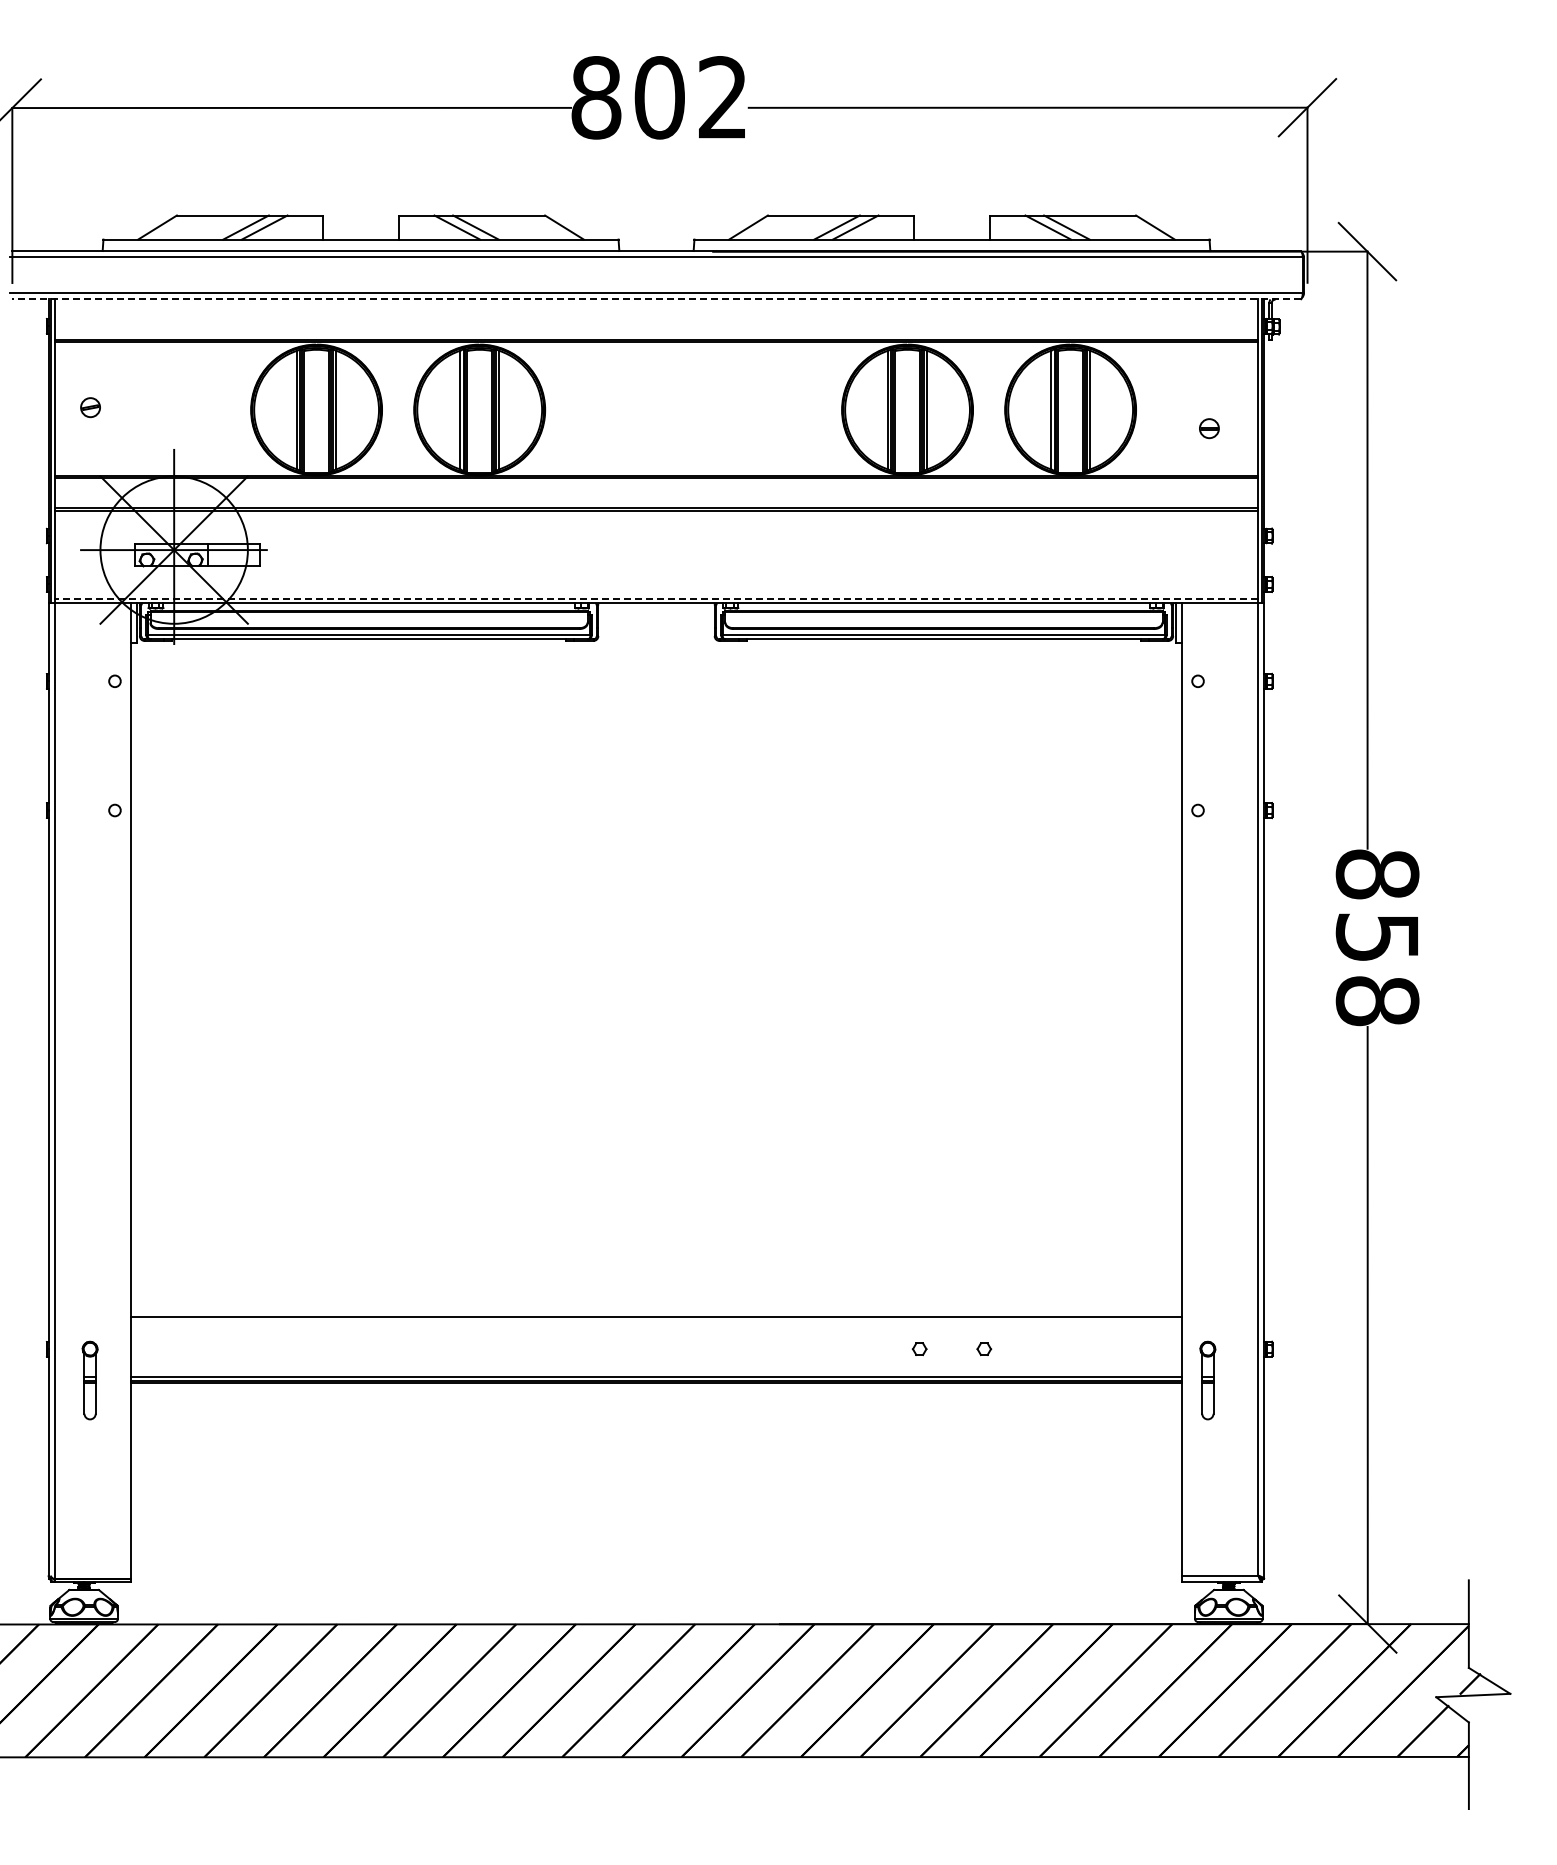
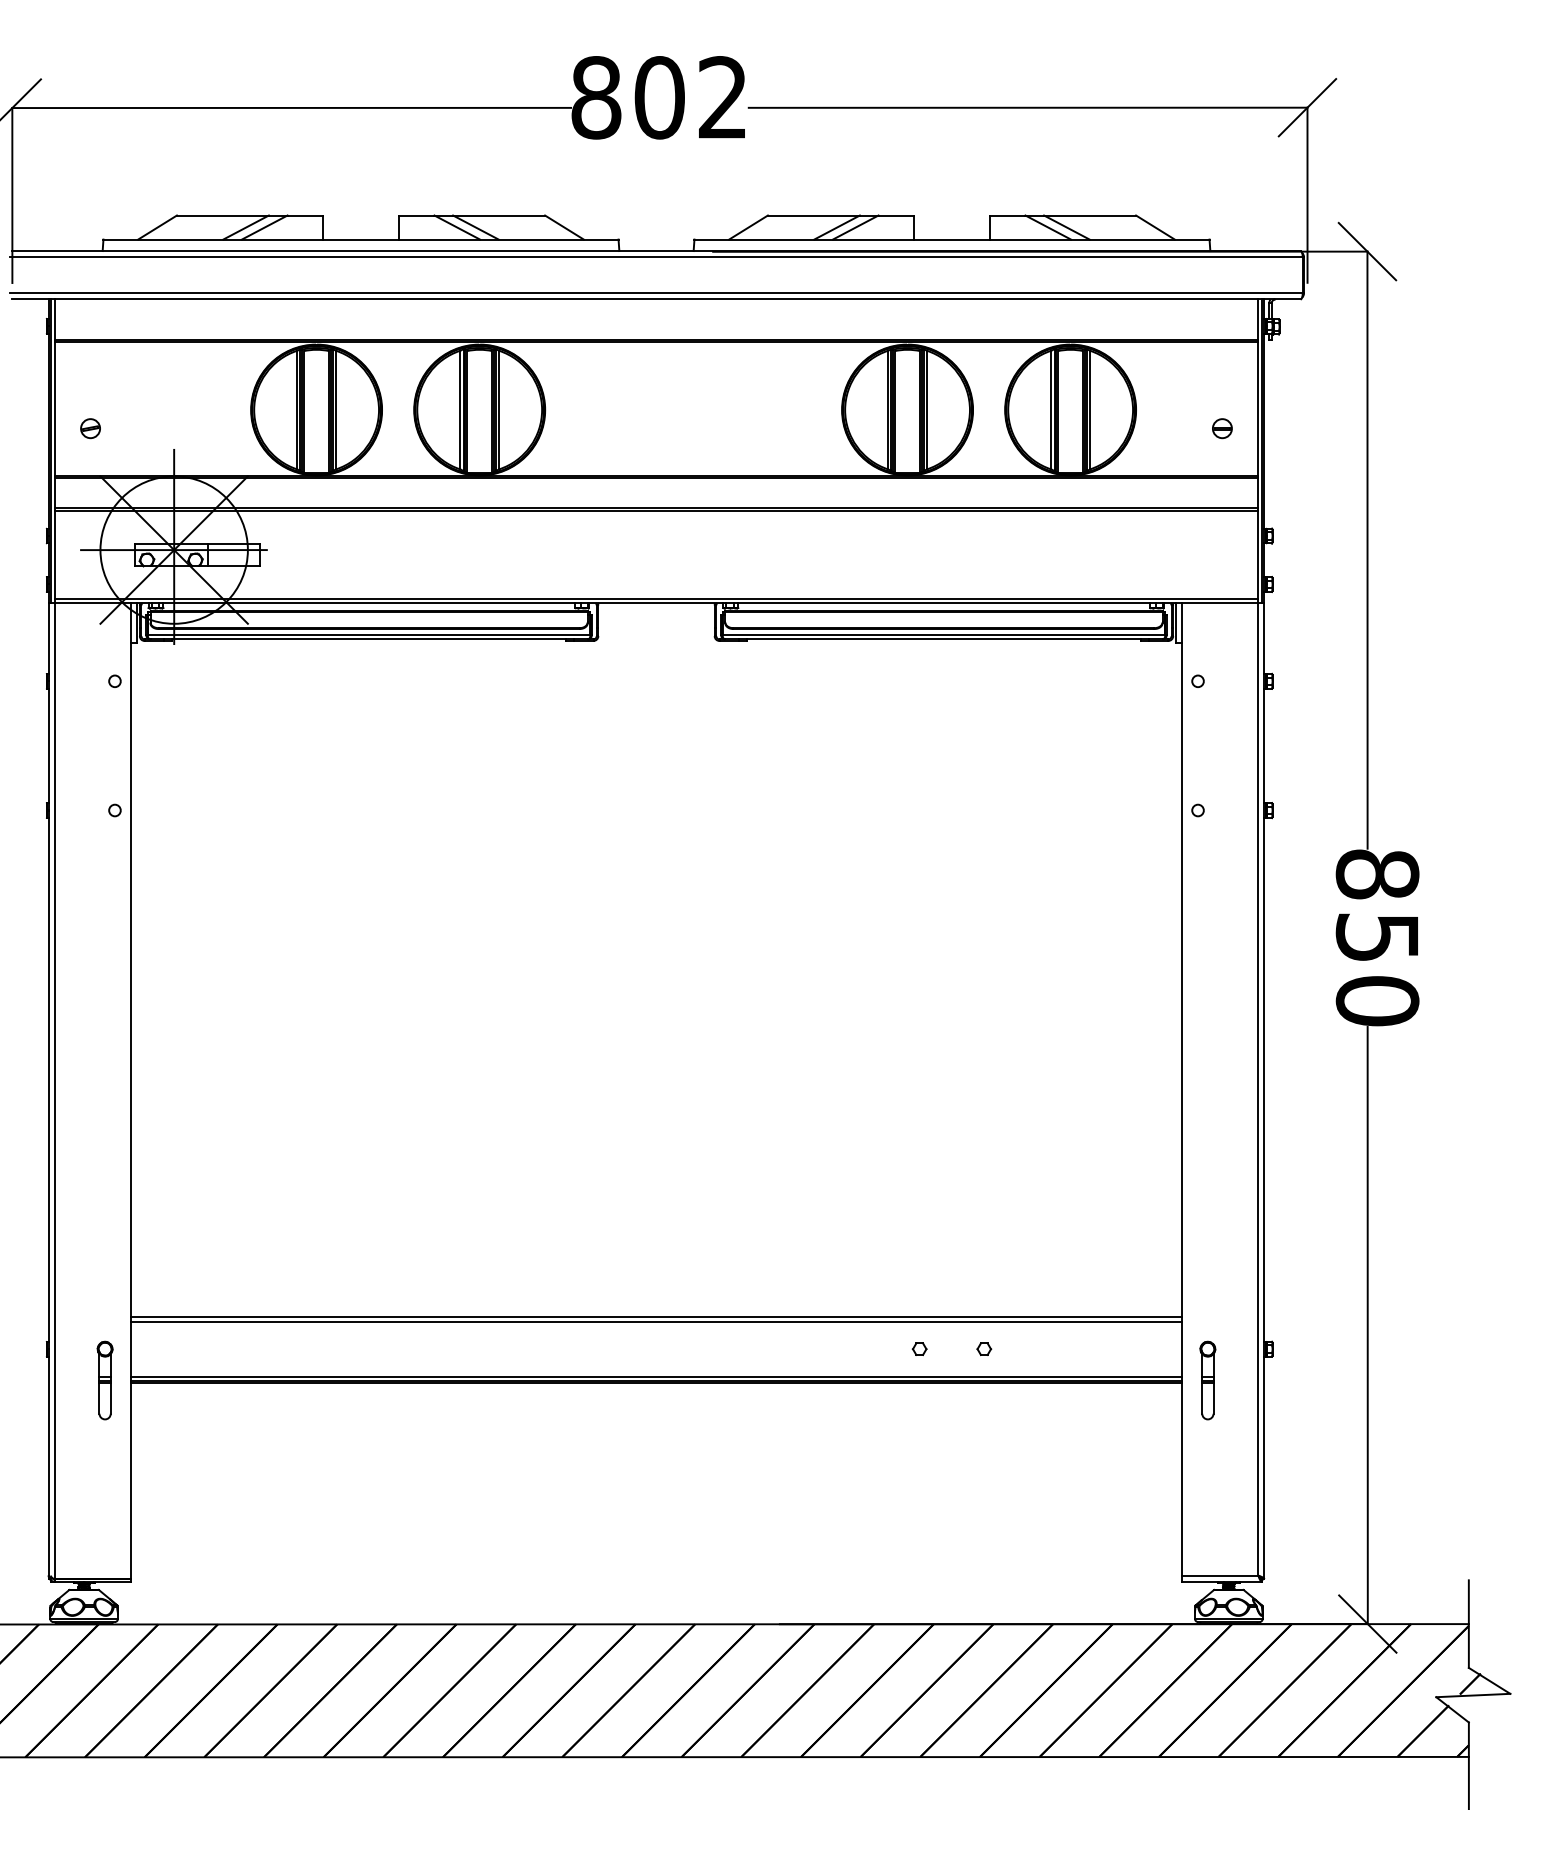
line at (656, 299): dashed -> solid
part at (90, 407) position: (90, 407) -> (90, 428)
part at (1209, 428) position: (1209, 428) -> (1222, 428)
line at (656, 598): dashed -> solid
text at (1377, 1001): 858 -> 850
line at (656, 1321): none -> present
part at (89, 1380) position: (89, 1380) -> (104, 1380)
